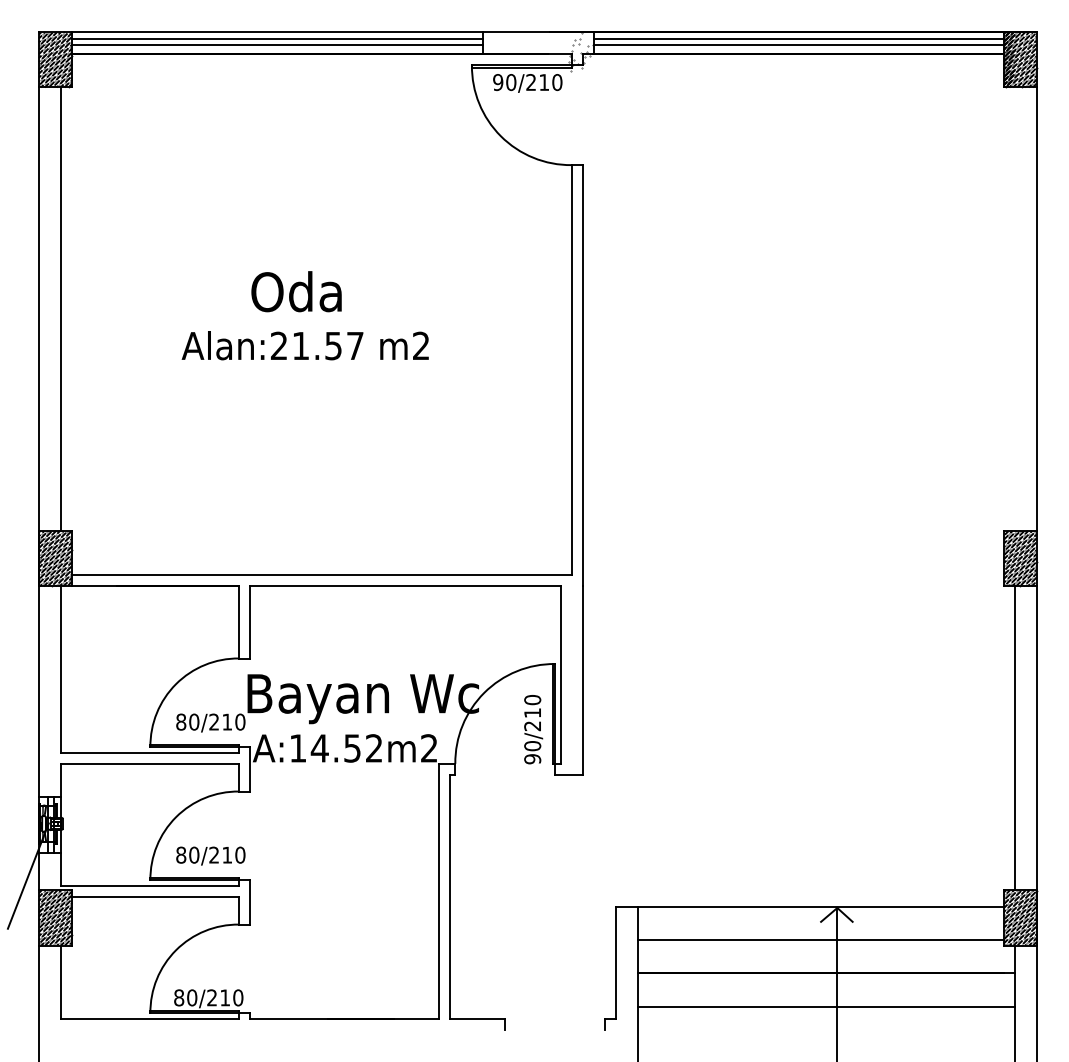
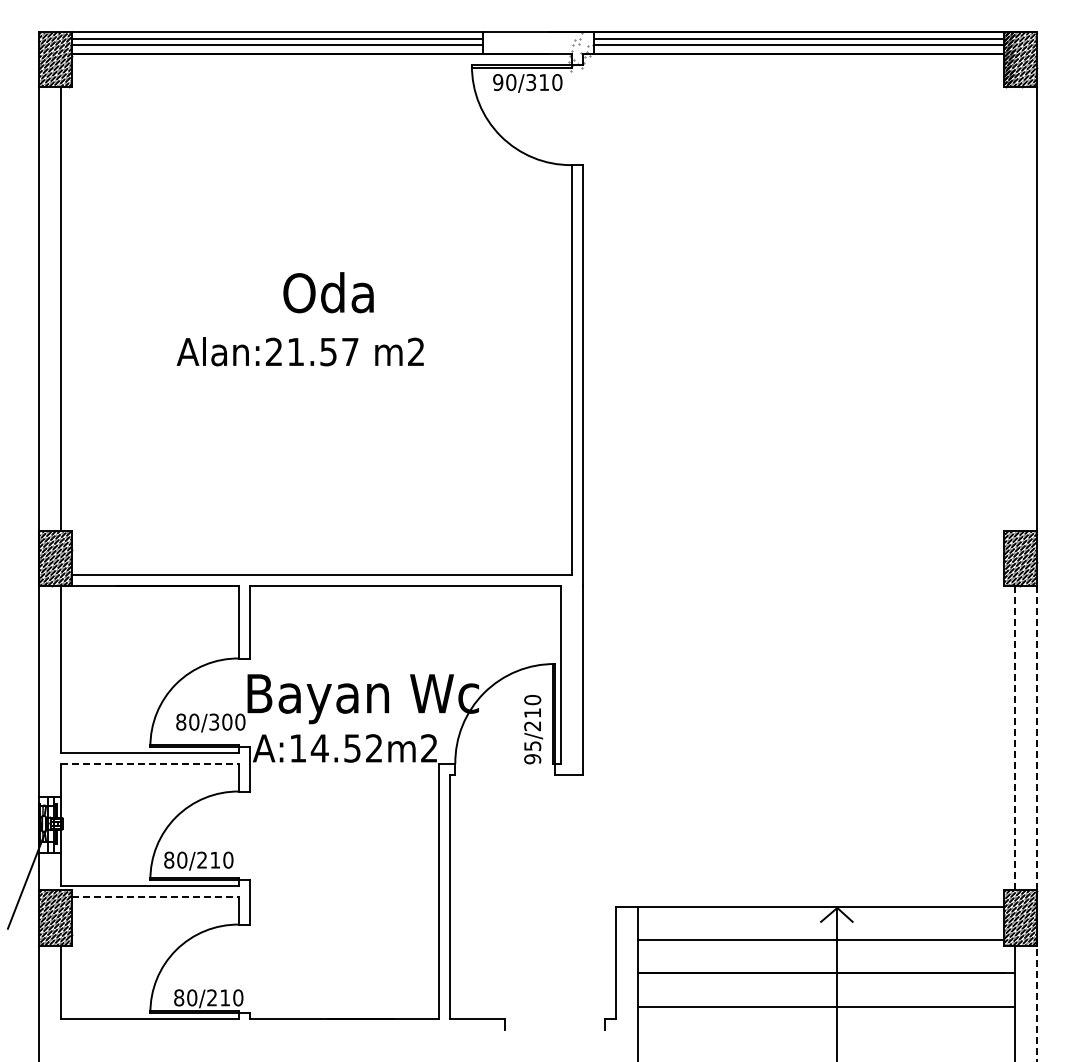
text at (531, 82): 90/210 -> 90/310
text at (296, 291) position: (296, 291) -> (328, 292)
text at (304, 345) position: (304, 345) -> (299, 351)
text at (220, 721): 80/210 -> 80/300
line at (1014, 738): solid -> dashed
text at (532, 746): 90/210 -> 95/210
line at (150, 763): solid -> dashed
line at (1036, 824): solid -> dashed
text at (210, 855) position: (210, 855) -> (198, 860)
line at (156, 896): solid -> dashed
